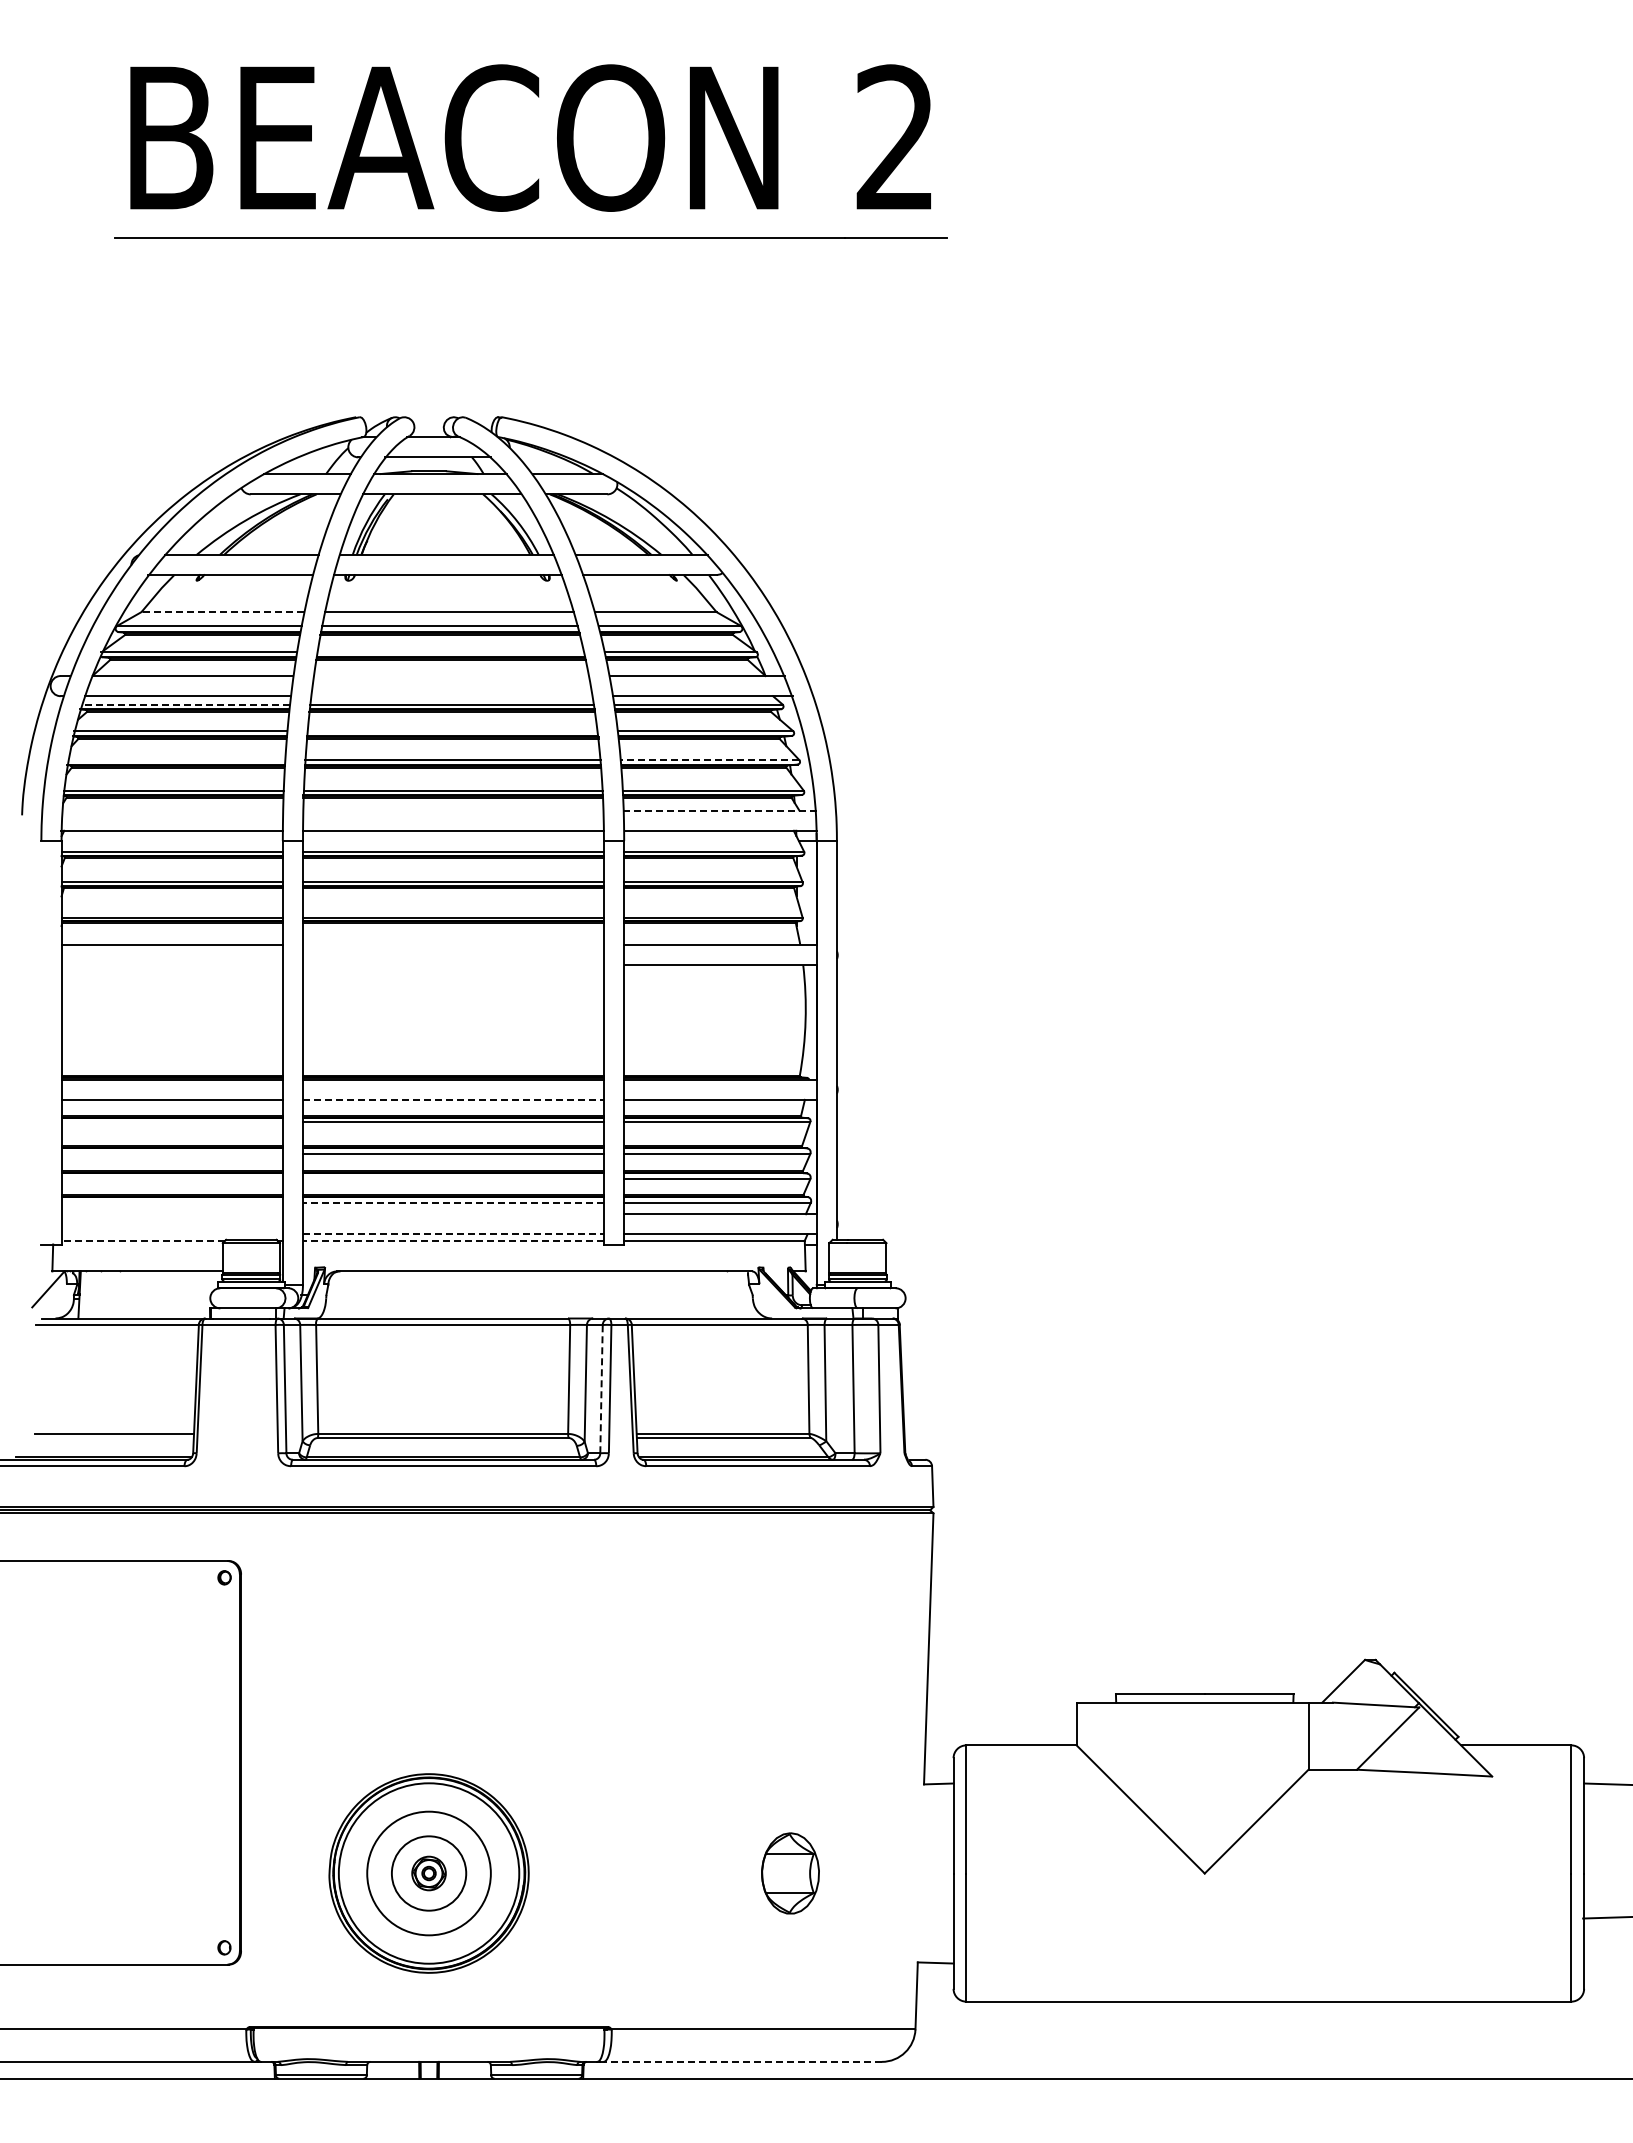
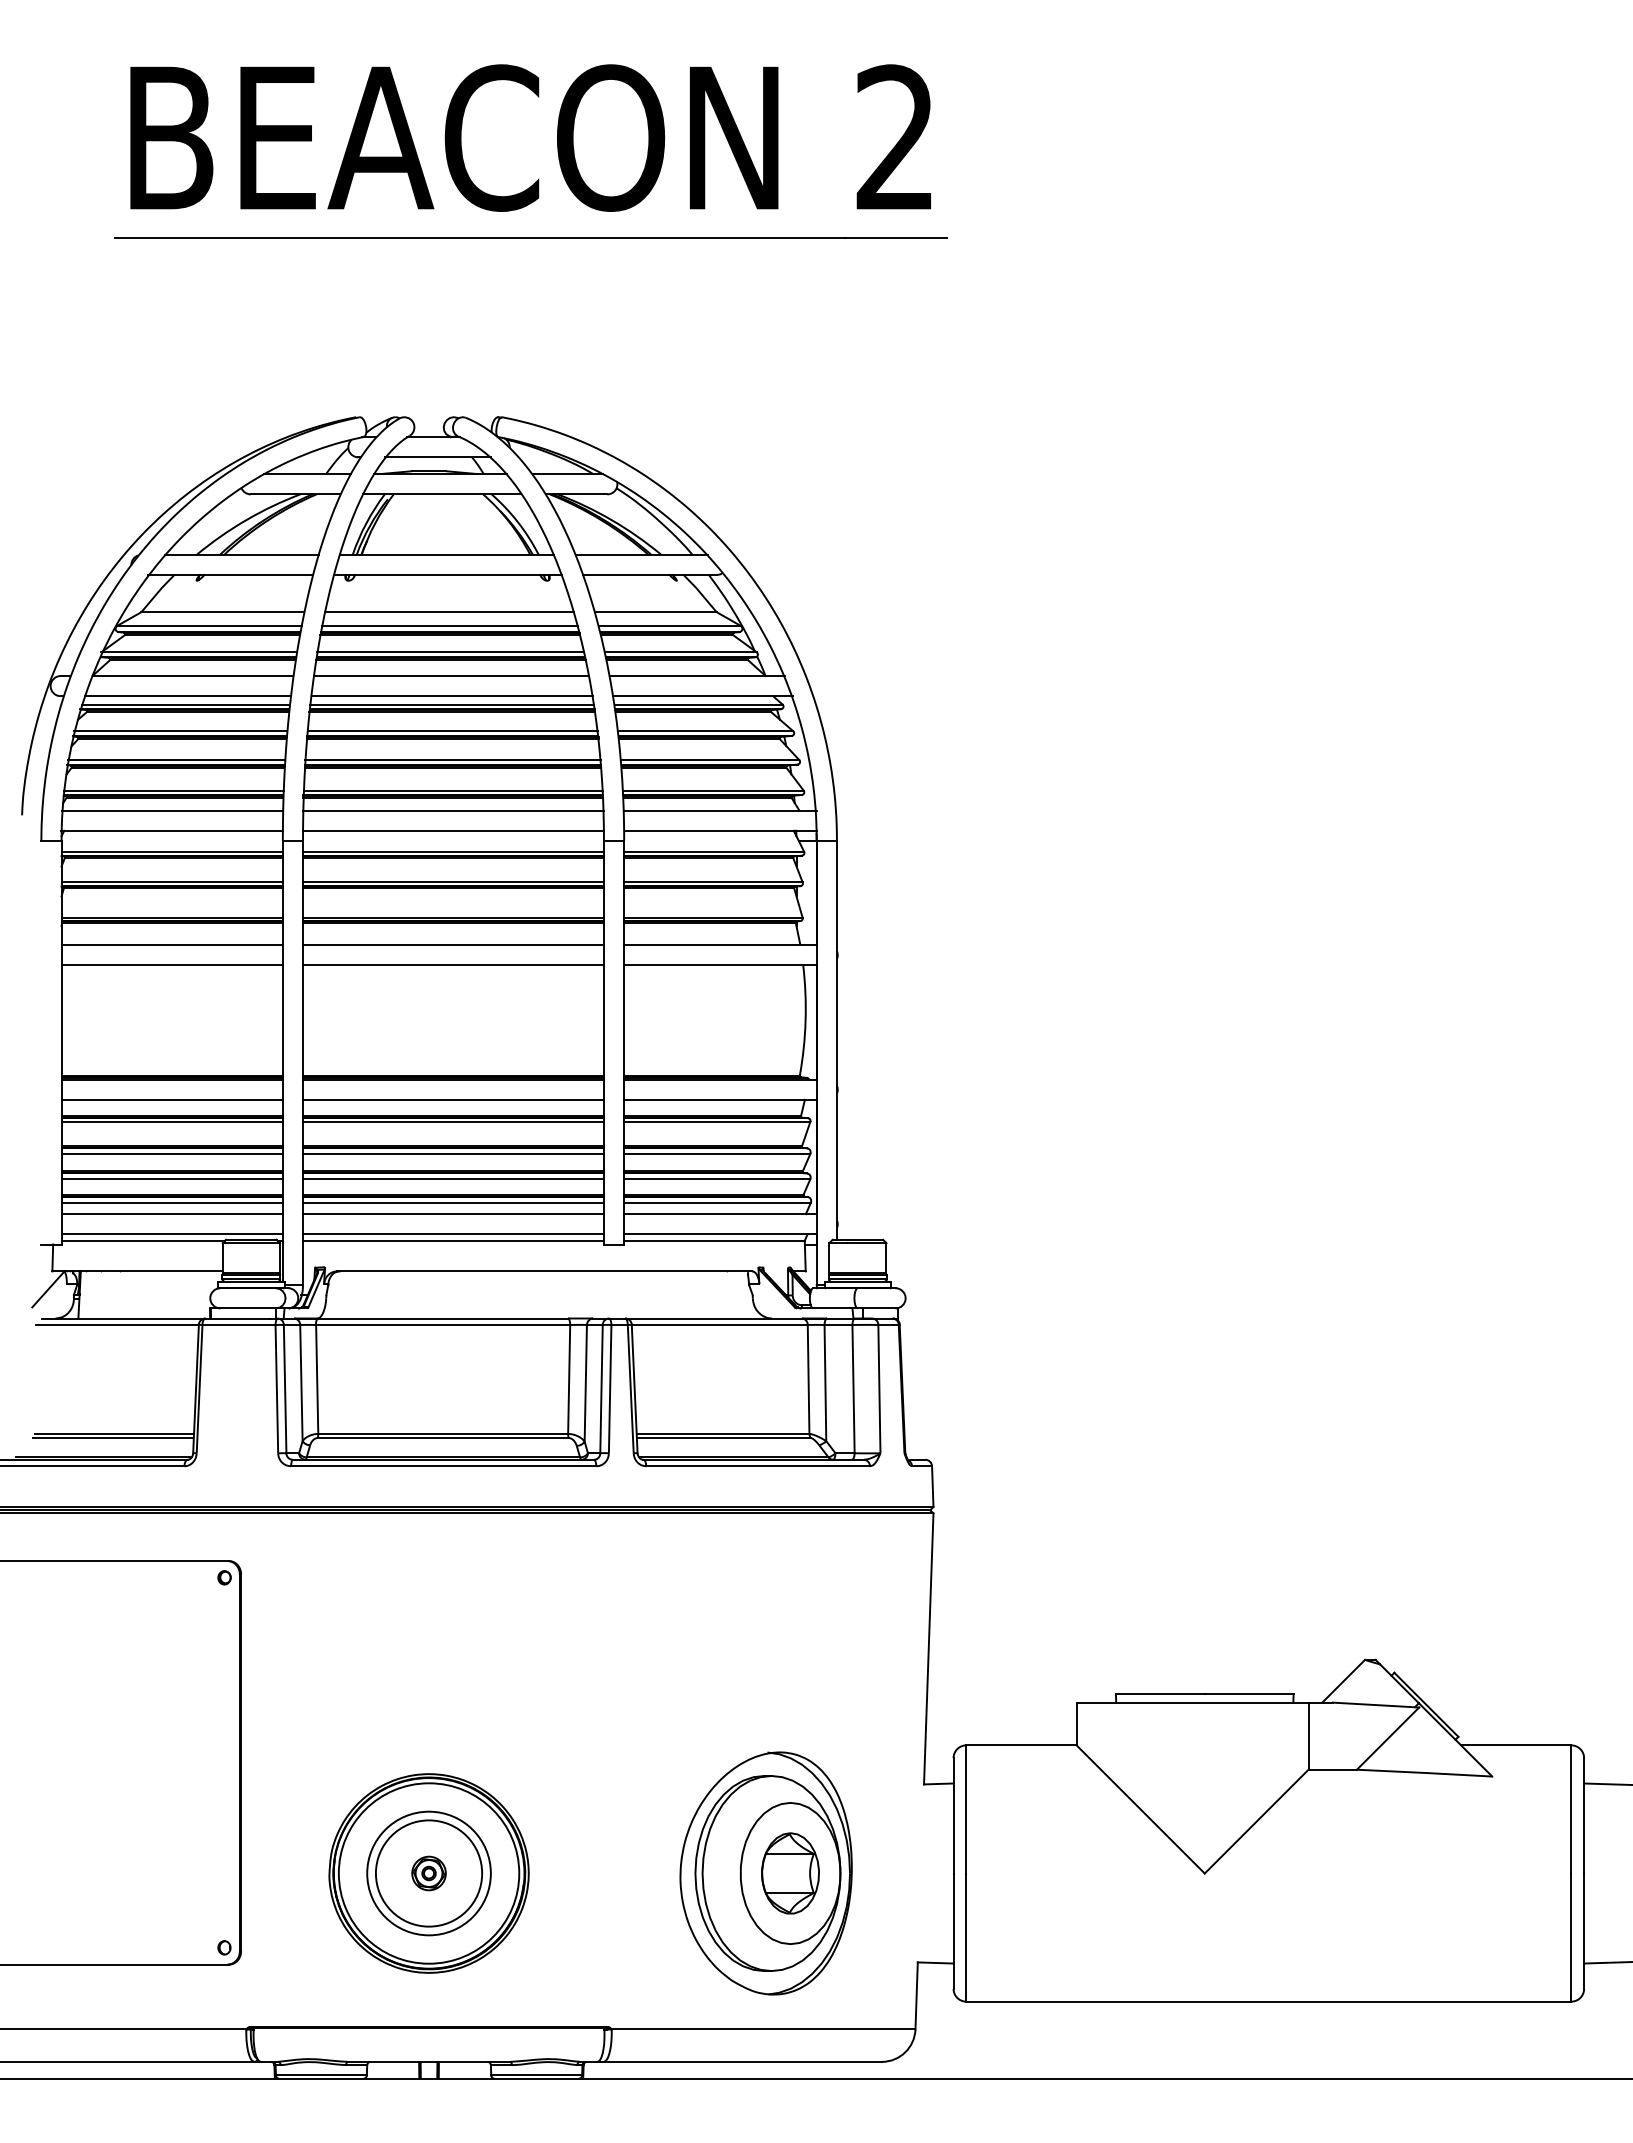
line at (222, 612): dashed -> solid
line at (450, 652): none -> present
line at (450, 676): none -> present
line at (451, 696): none -> present
line at (185, 704): dashed -> solid
line at (452, 731): none -> present
line at (176, 760): none -> present
line at (709, 760): dashed -> solid
line at (172, 810): none -> present
line at (453, 810): none -> present
line at (719, 810): dashed -> solid
line at (453, 945): none -> present
line at (172, 965): none -> present
line at (453, 965): none -> present
line at (454, 1099): dashed -> solid
line at (171, 1121): none -> present
line at (171, 1153): none -> present
line at (171, 1179): none -> present
line at (453, 1179): none -> present
line at (171, 1202): none -> present
line at (453, 1202): dashed -> solid
line at (171, 1214): none -> present
line at (453, 1214): none -> present
line at (171, 1234): none -> present
line at (454, 1234): dashed -> solid
line at (143, 1240): dashed -> solid
line at (453, 1240): dashed -> solid
line at (601, 1389): dashed -> solid
line at (113, 1438): none -> present
circle at (428, 1873) diameter: 74 px -> 106 px
part at (765, 1873): none -> present
line at (1606, 1917) position: (1606, 1917) -> (1606, 1962)
line at (742, 2061): dashed -> solid
